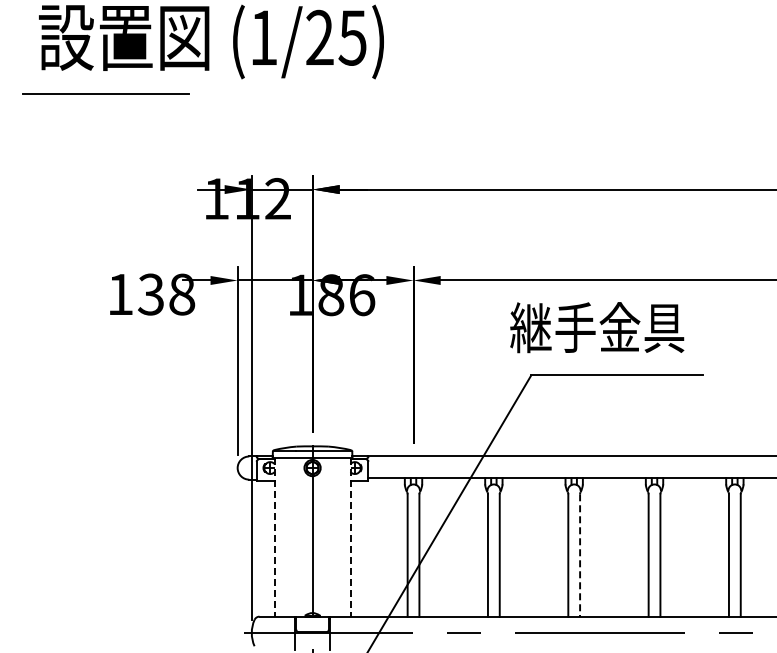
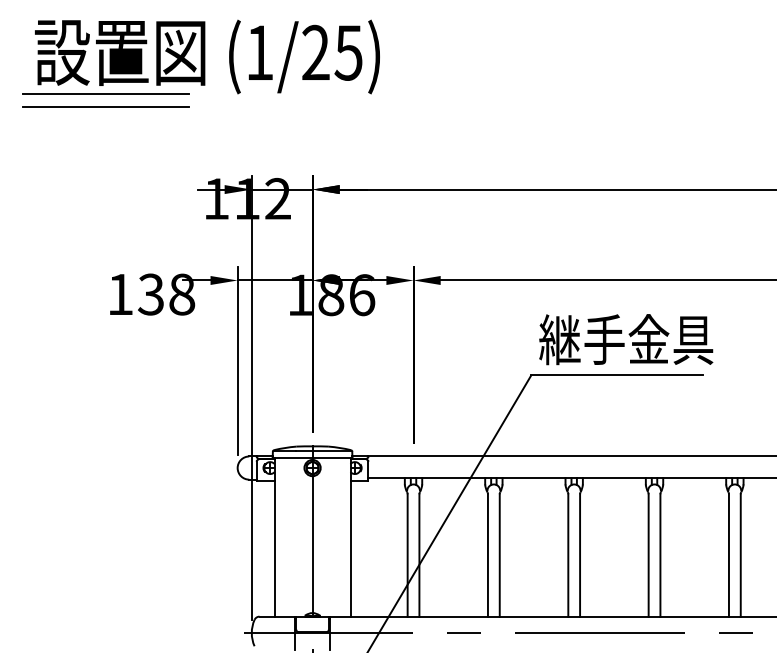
text at (211, 41) position: (211, 41) -> (207, 56)
line at (105, 107): none -> present
text at (597, 327) position: (597, 327) -> (626, 339)
line at (274, 537): dashed -> solid
line at (350, 537): dashed -> solid
line at (580, 556): dashed -> solid
